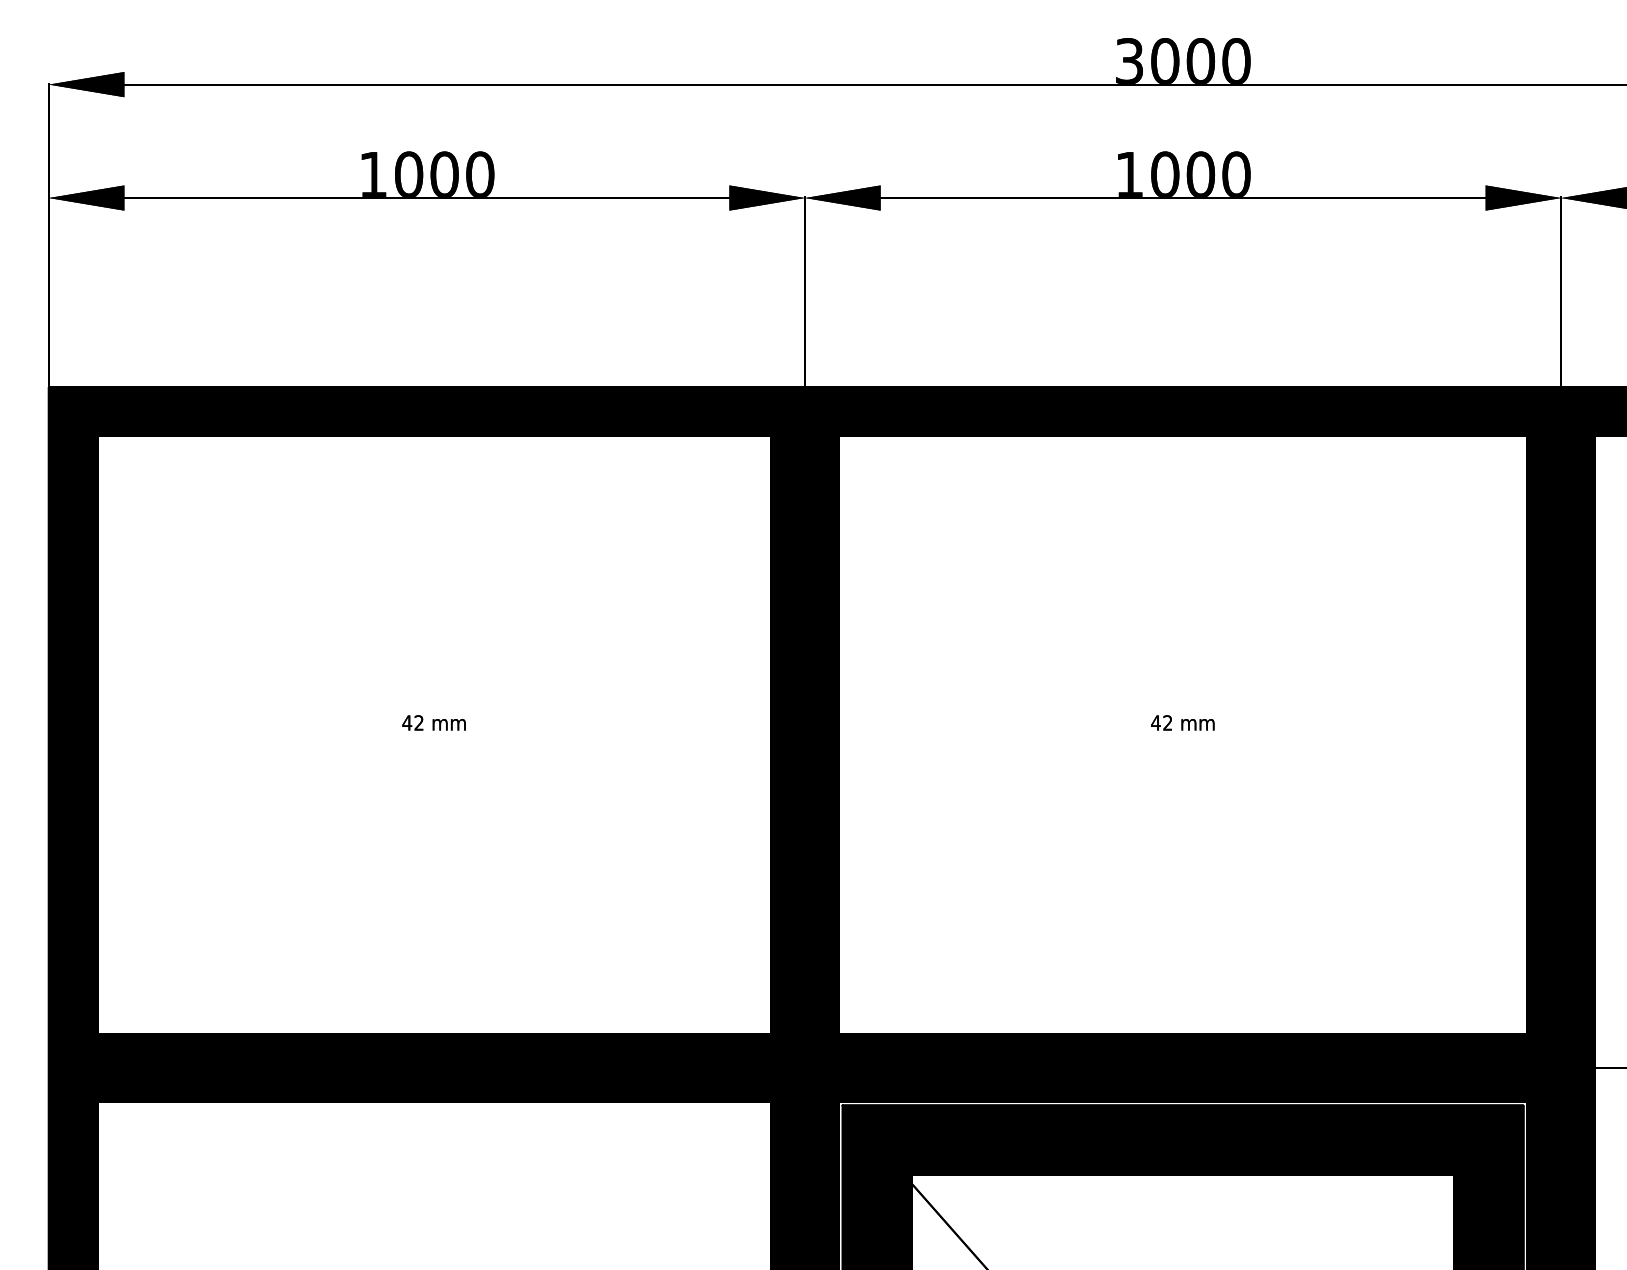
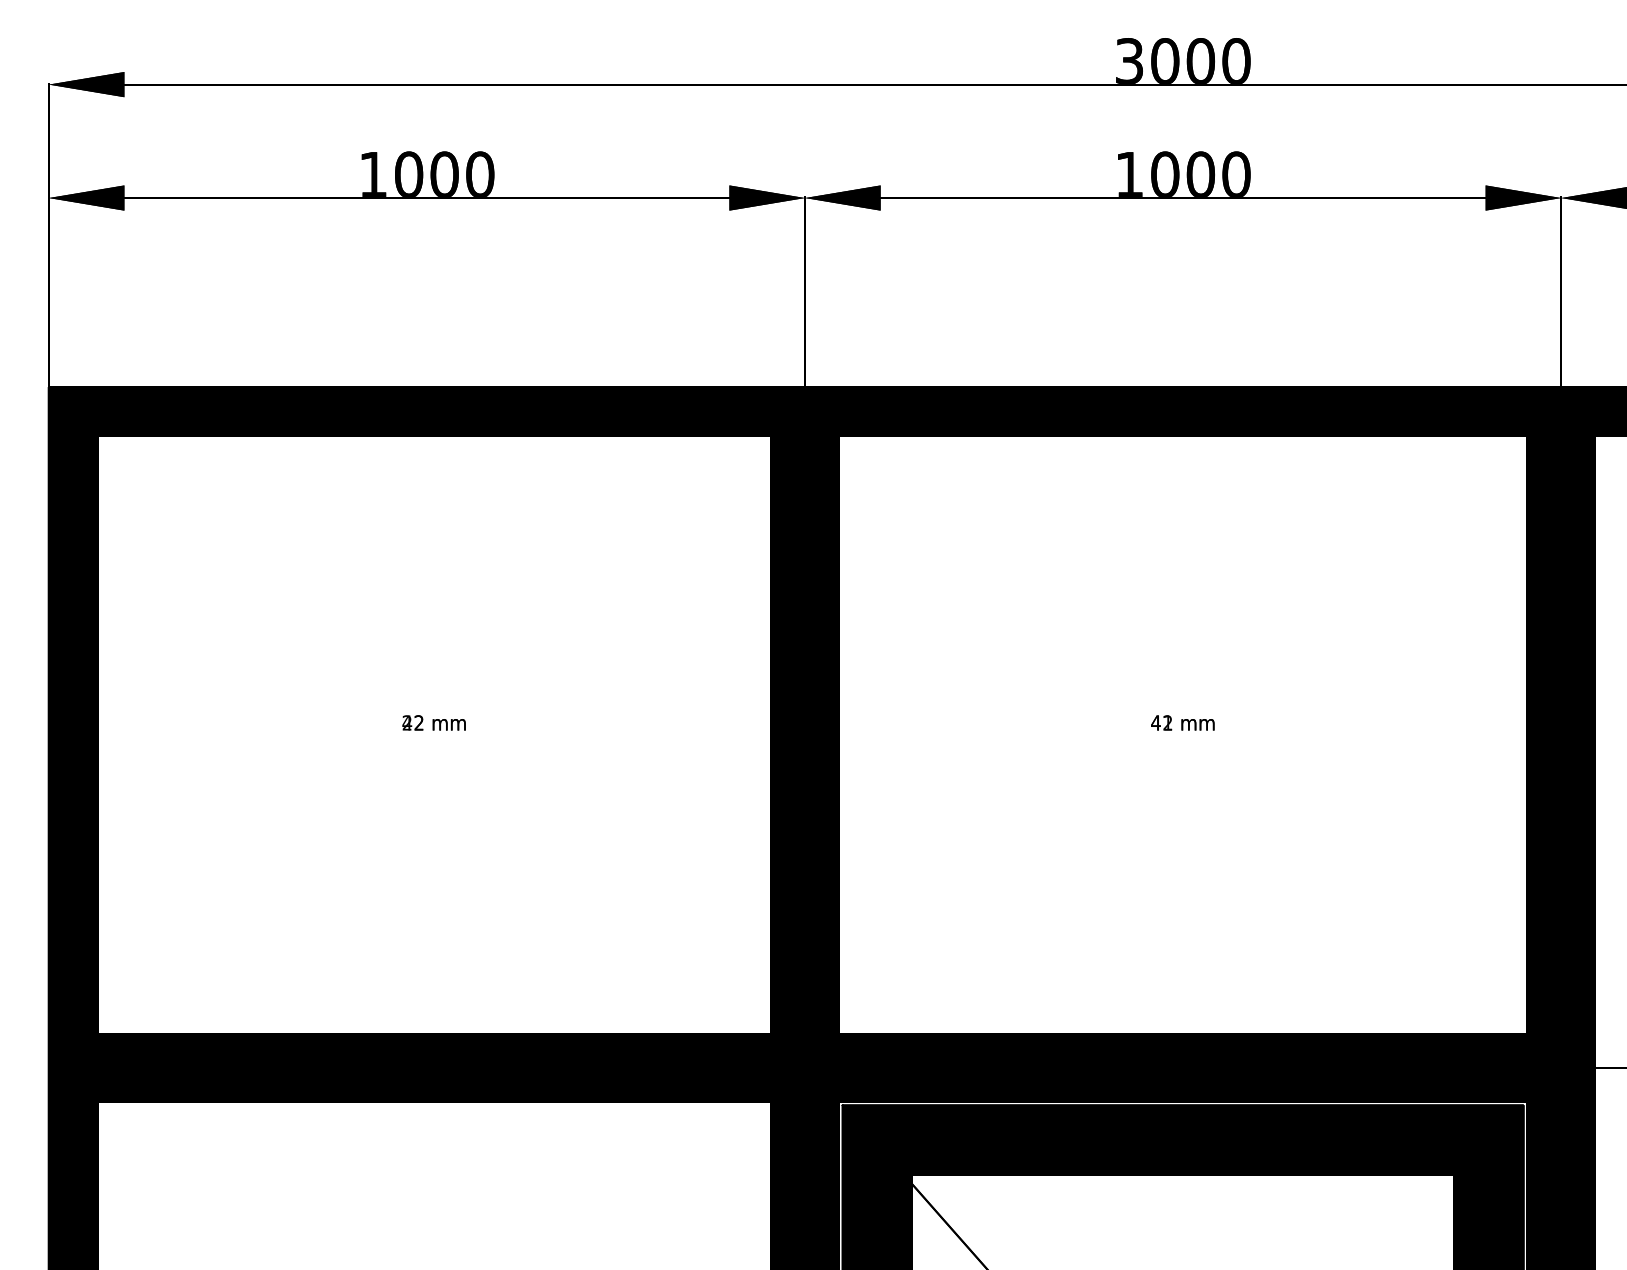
text at (407, 722): 42 -> 22
text at (1167, 722): 42 -> 41
